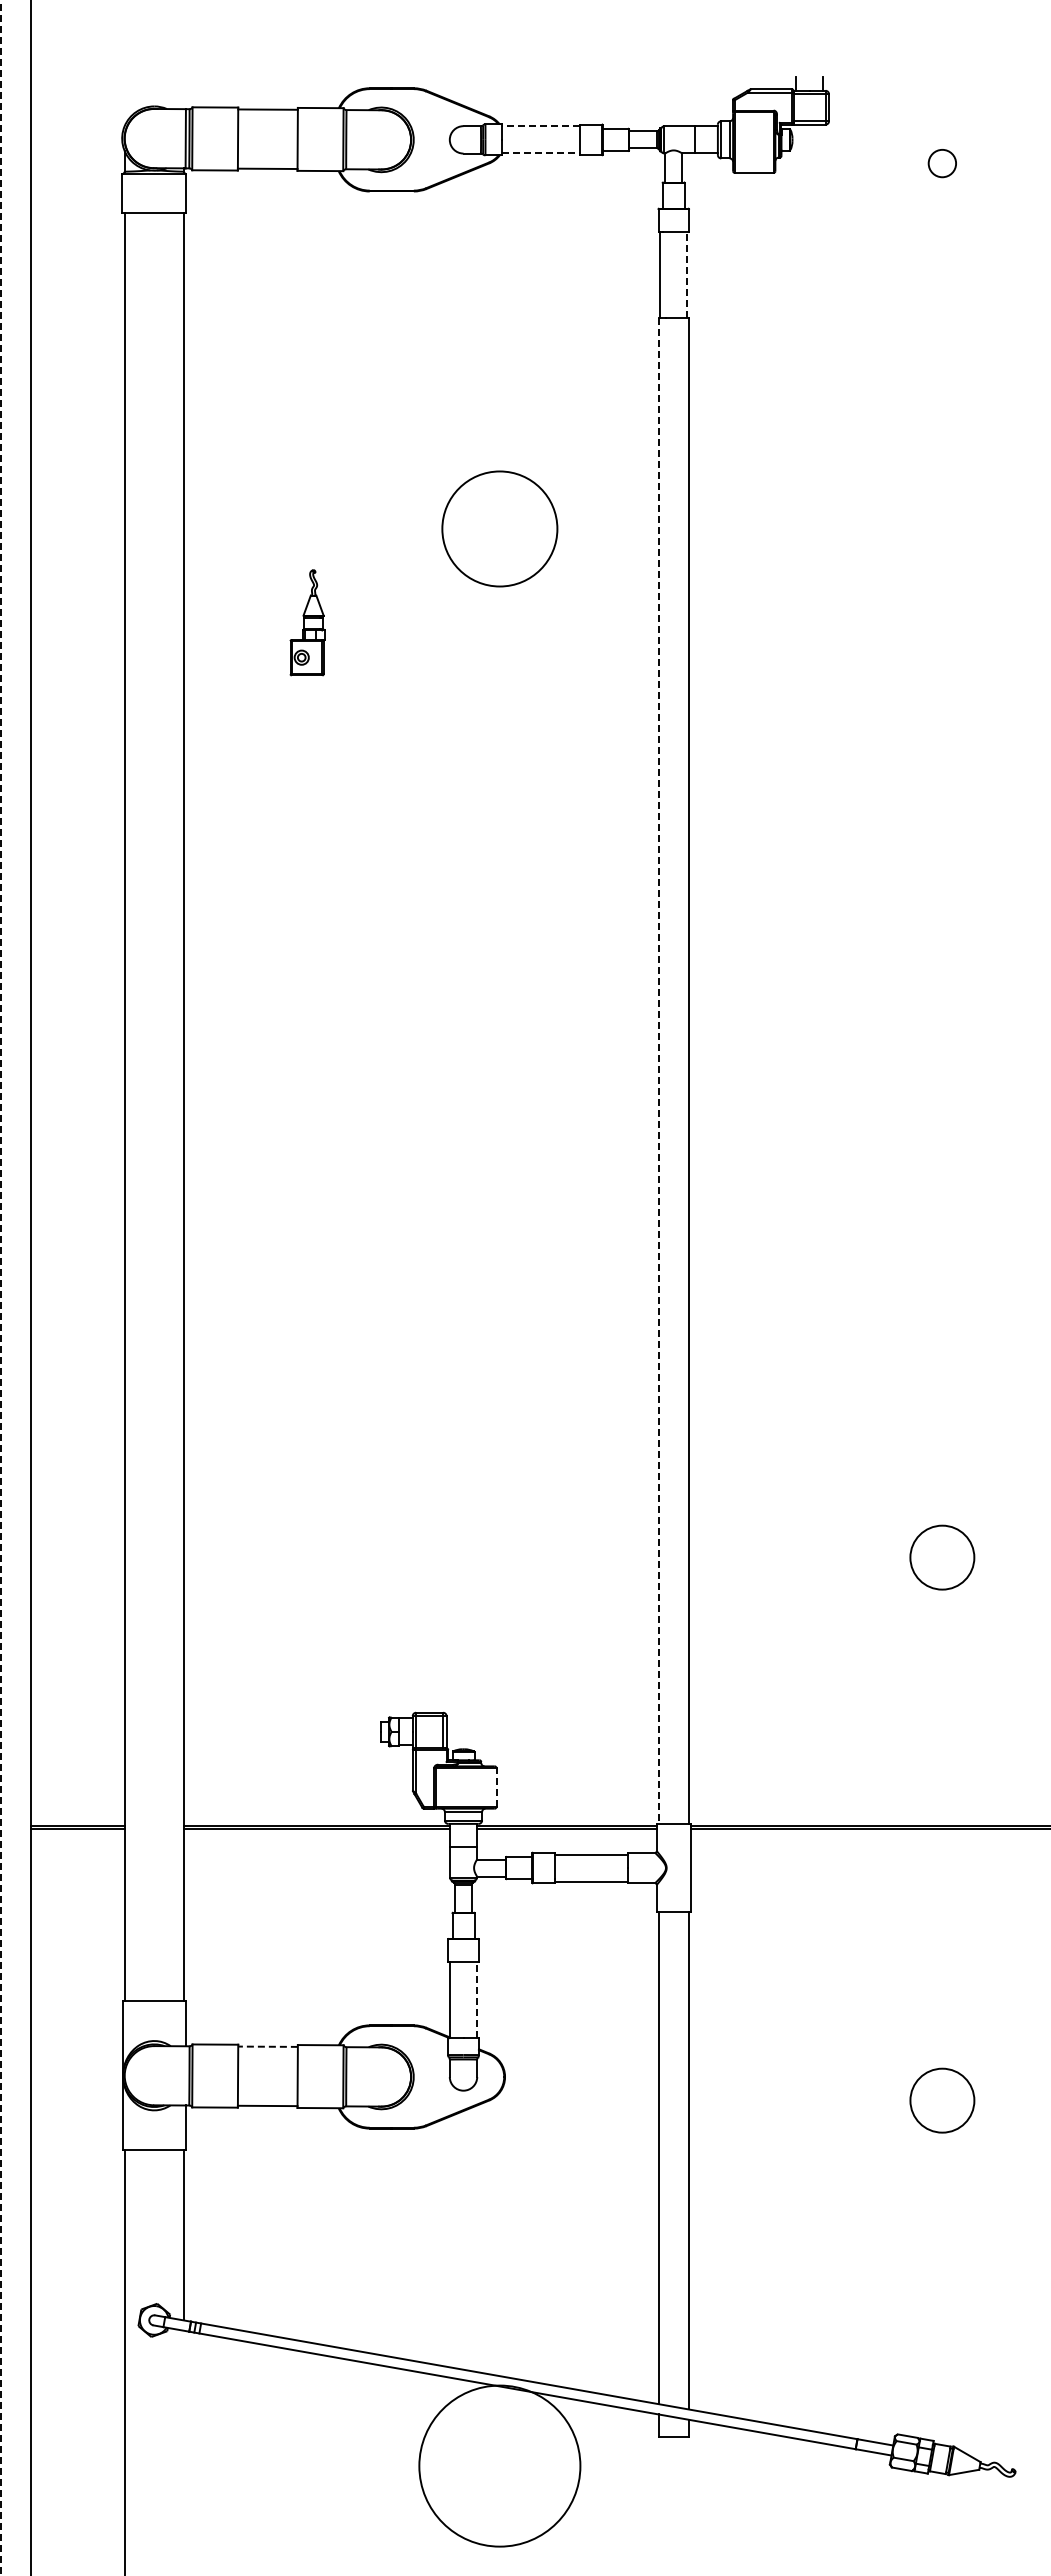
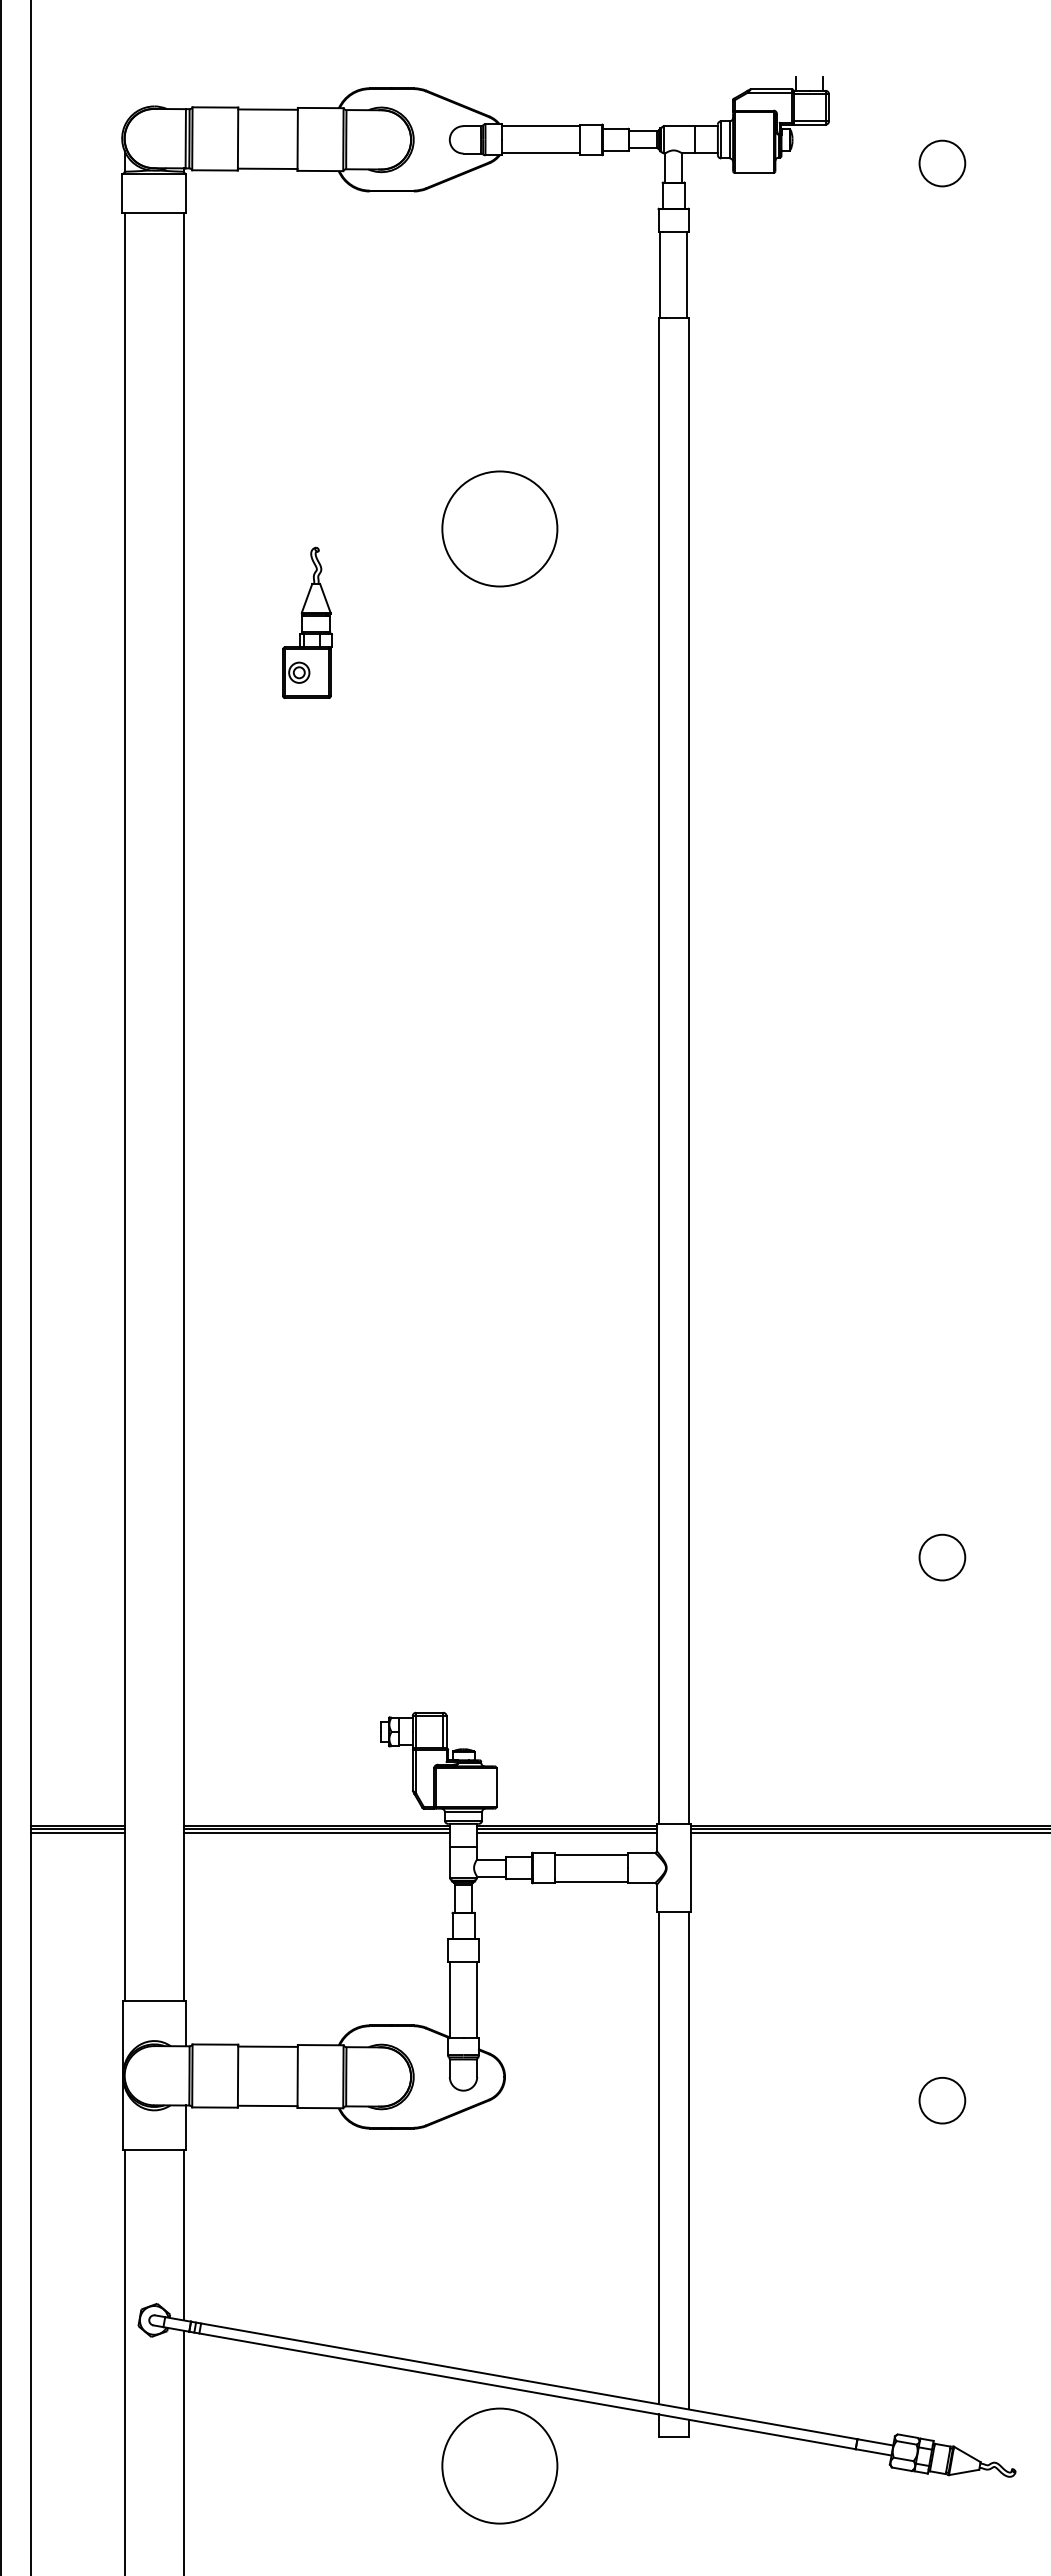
line at (541, 126): dashed -> solid
line at (541, 153): dashed -> solid
circle at (942, 163) diameter: 27 px -> 46 px
line at (687, 274): dashed -> solid
part at (307, 622) size: 37x108 px -> 51x153 px
line at (658, 1071): dashed -> solid
line at (0, 1287): dashed -> solid
circle at (942, 1557) size: 67x67 px -> 49x49 px
line at (496, 1787): dashed -> solid
line at (77, 1832): none -> present
line at (316, 1832): none -> present
line at (566, 1832): none -> present
line at (868, 1832): none -> present
line at (477, 1999): dashed -> solid
line at (268, 2046): dashed -> solid
circle at (942, 2100) diameter: 64 px -> 46 px
line at (183, 2451): none -> present
circle at (499, 2465) diameter: 161 px -> 115 px
